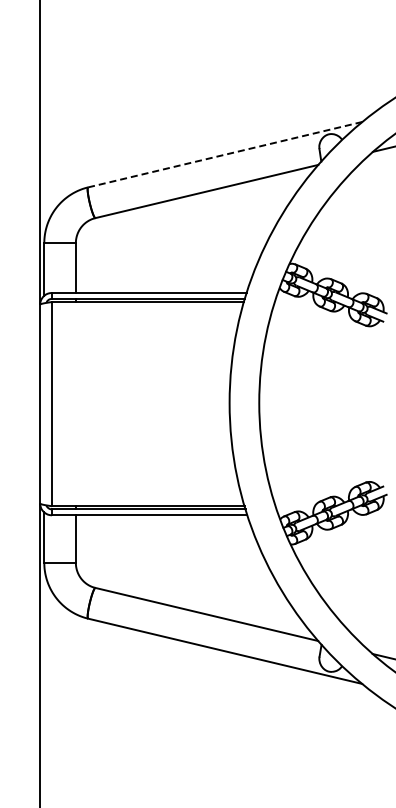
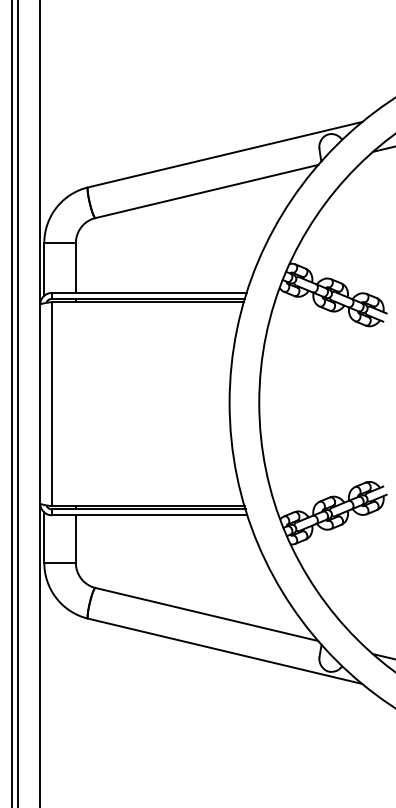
line at (225, 154): dashed -> solid
line at (12, 403): none -> present
line at (17, 403): none -> present
